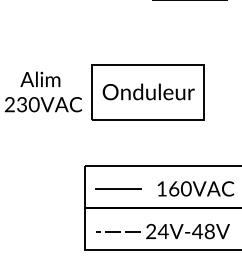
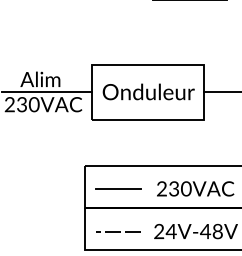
line at (46, 92): none -> present
line at (220, 92): none -> present
text at (168, 188): 160VAC -> 230VAC
text at (187, 231) position: (187, 231) -> (195, 231)
